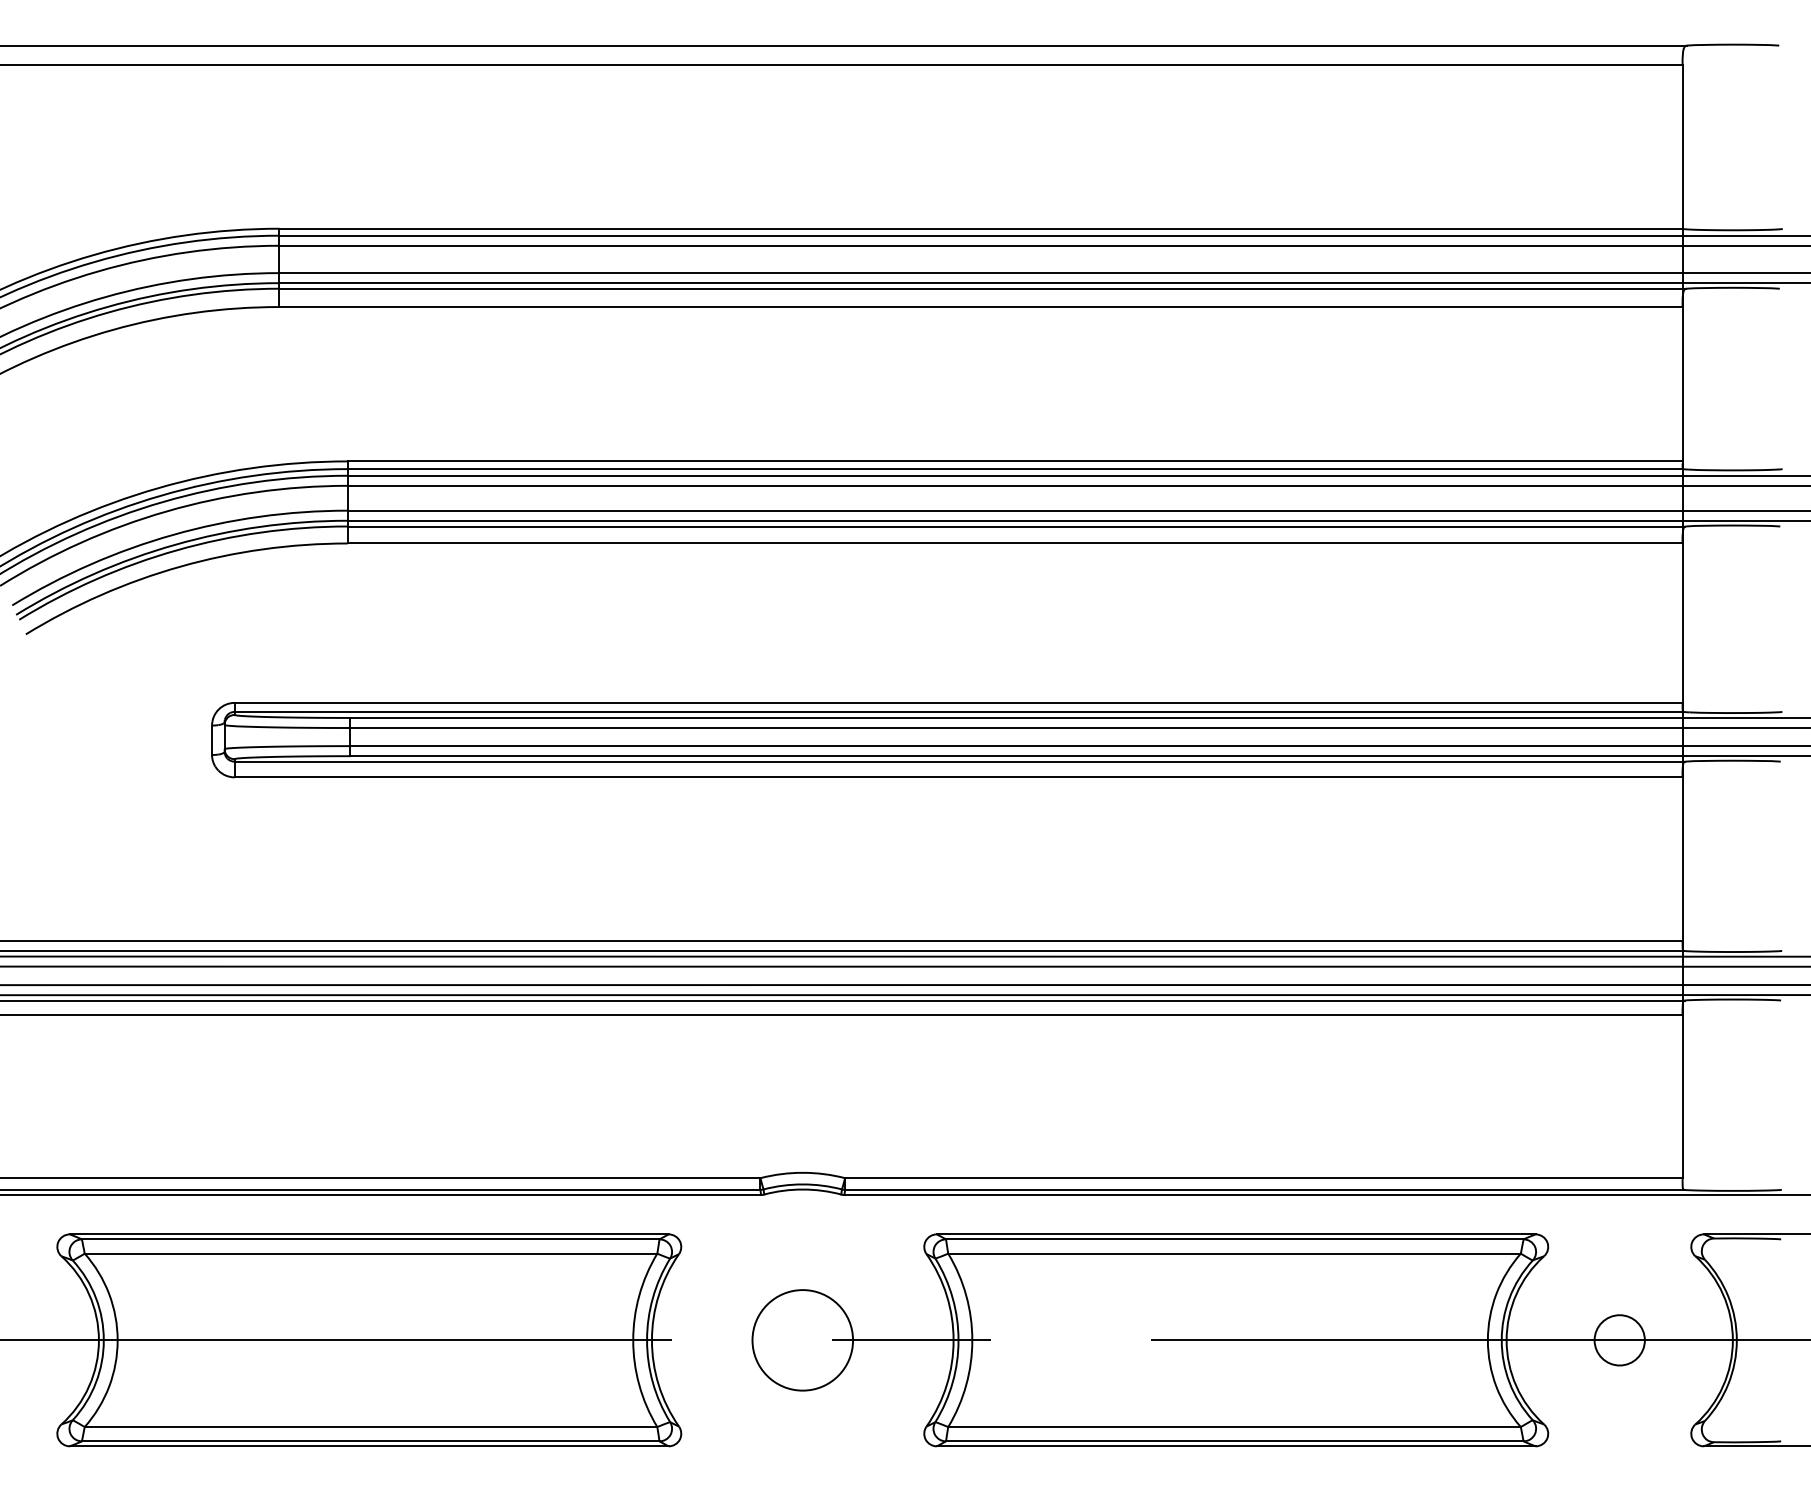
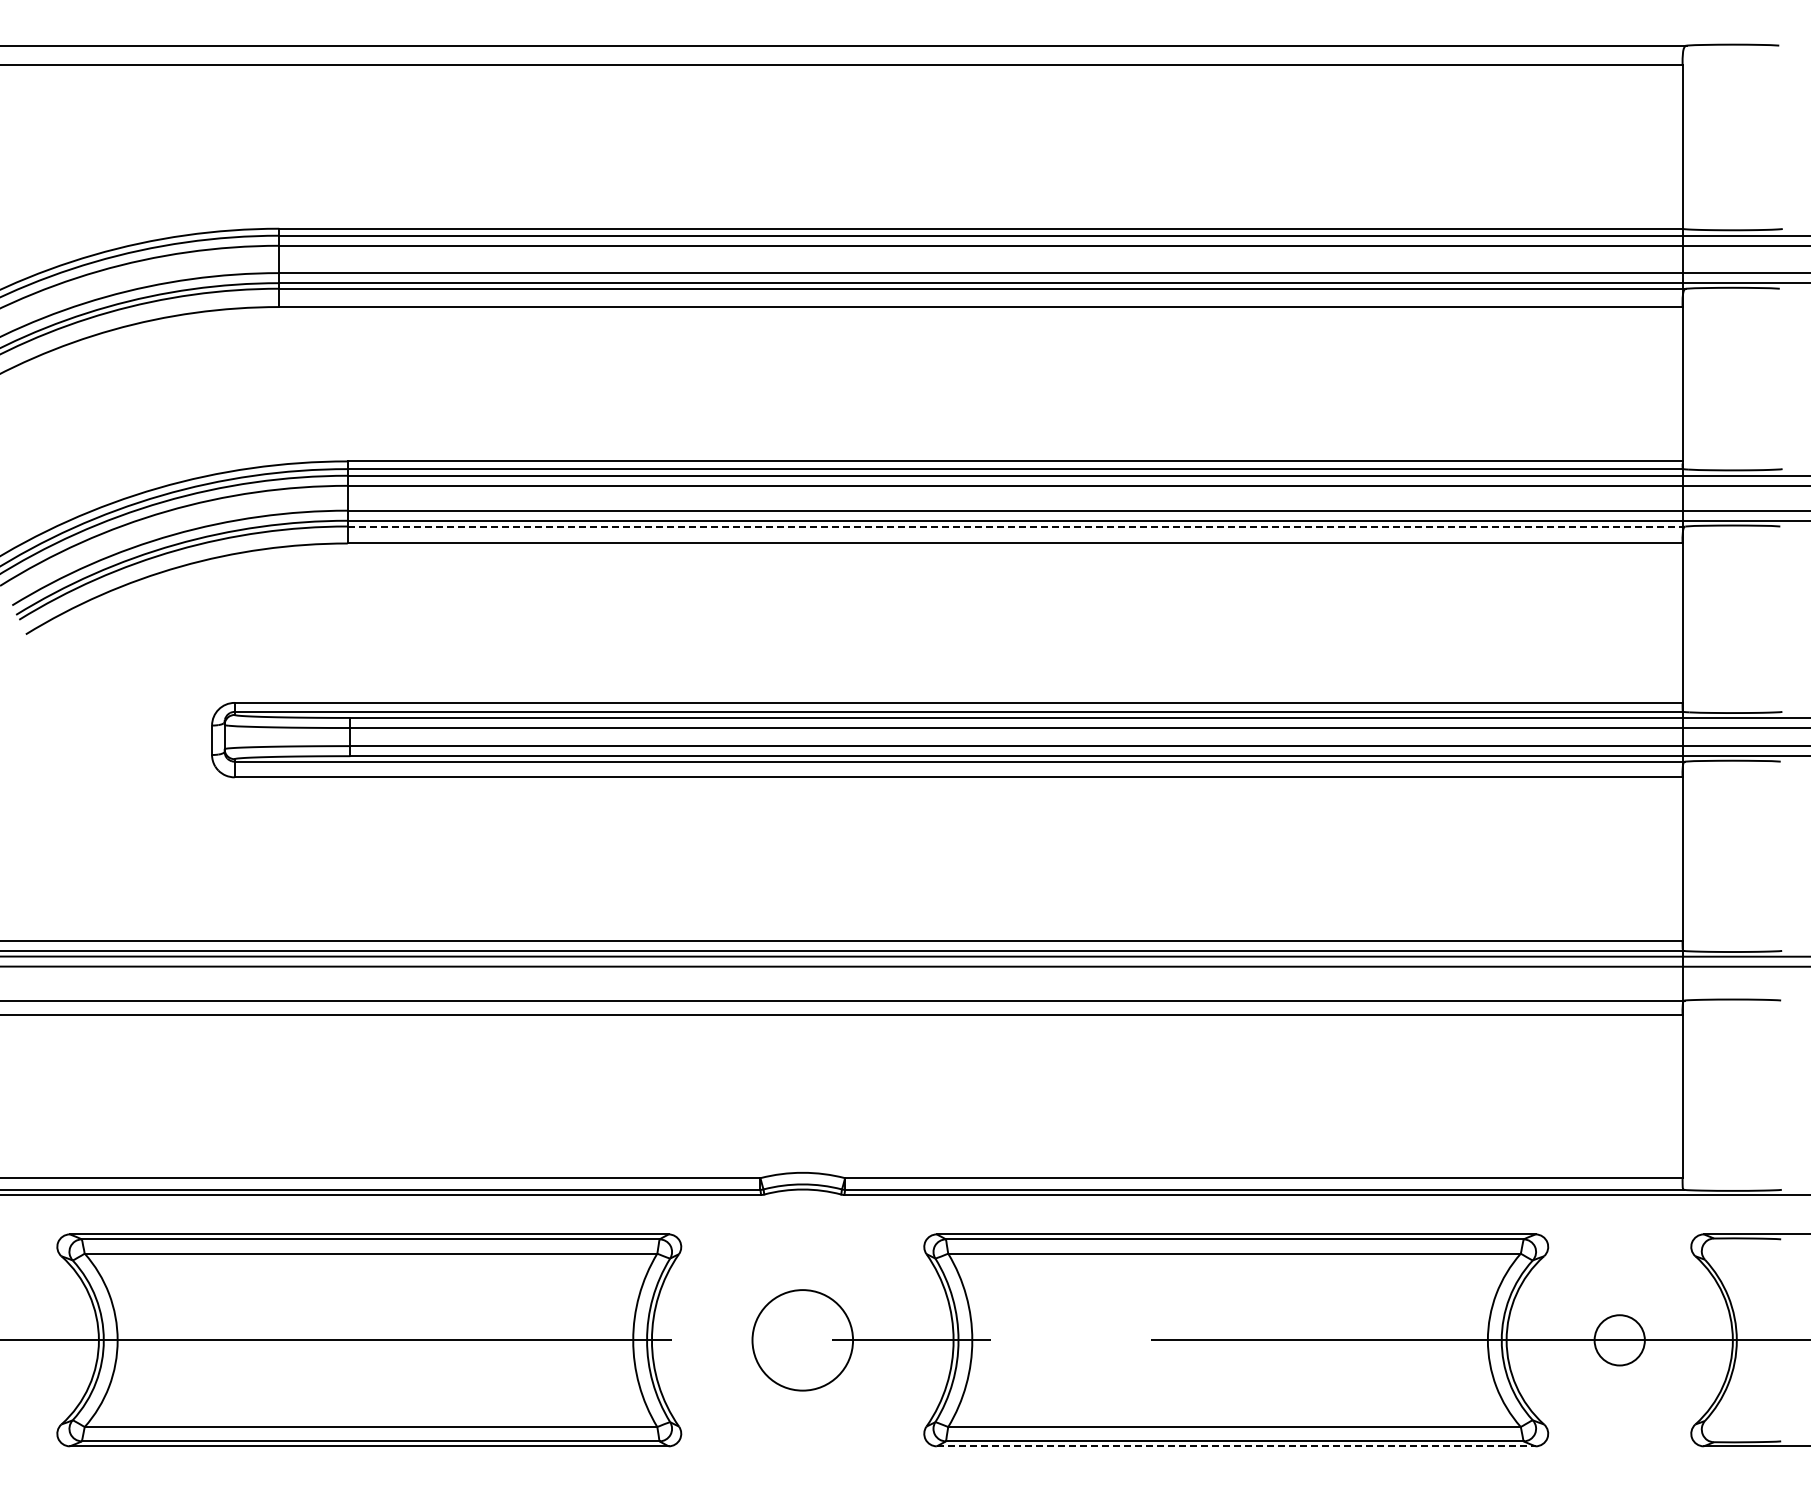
line at (1016, 526): solid -> dashed
line at (904, 985): present -> none
line at (904, 995): present -> none
line at (1236, 1446): solid -> dashed
